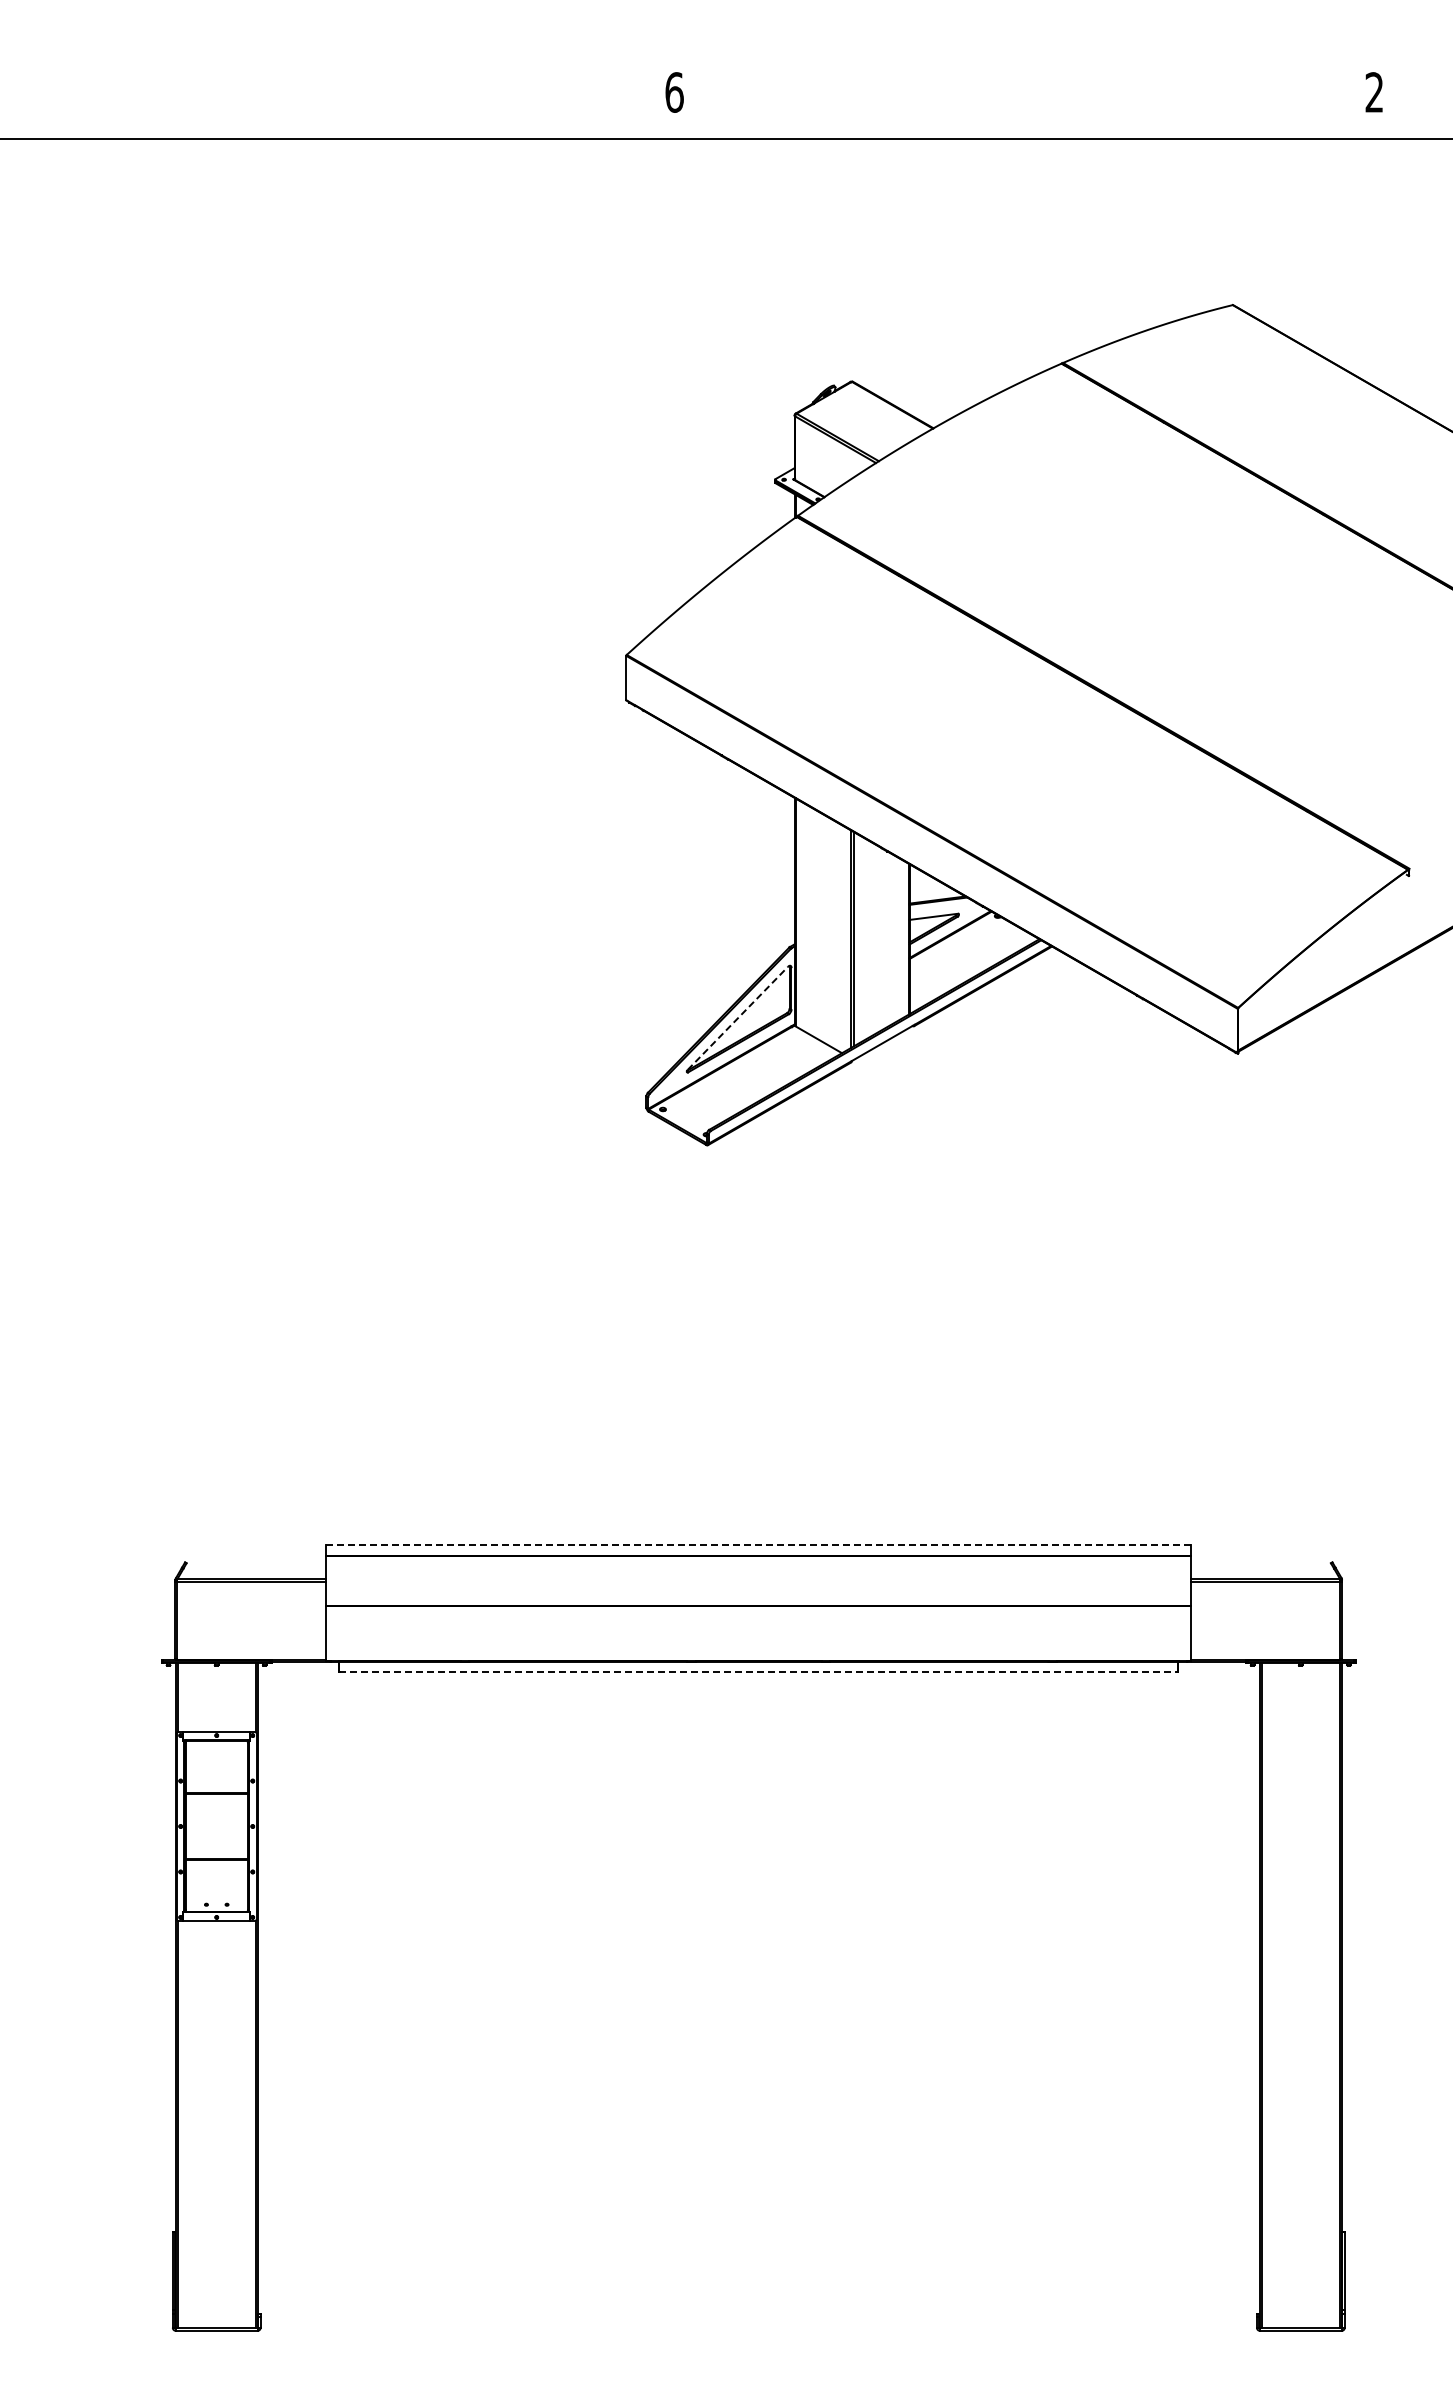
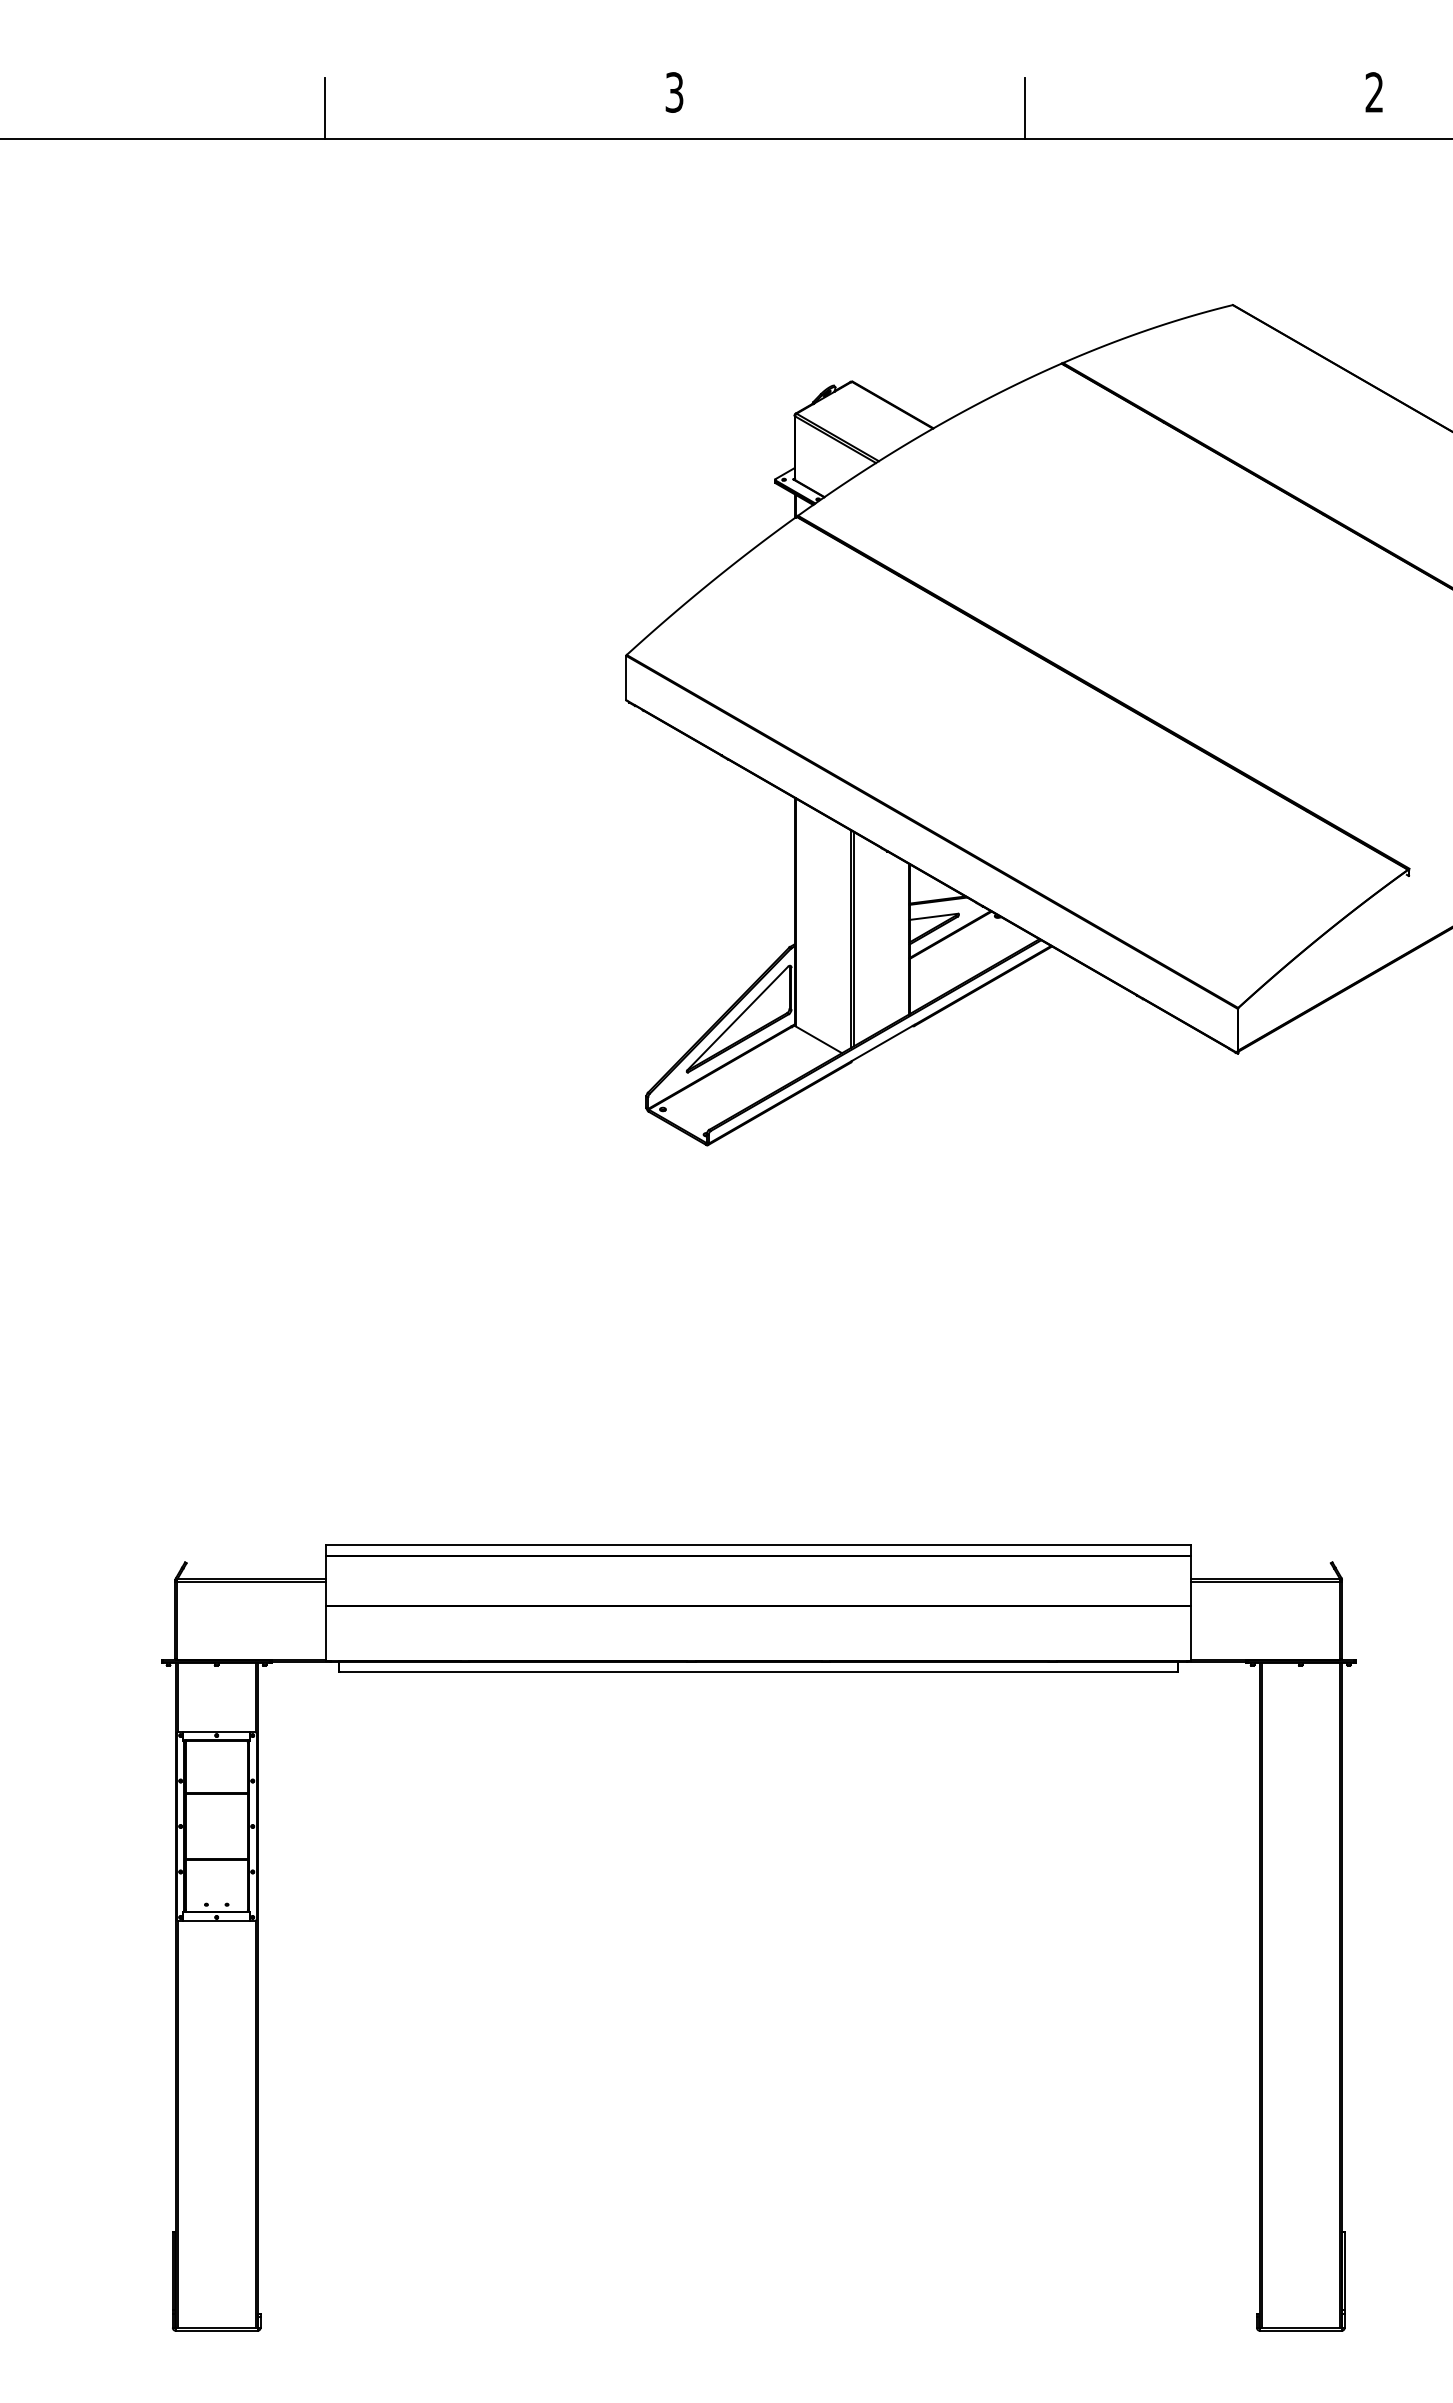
text at (674, 92): 6 -> 3
line at (325, 108): none -> present
line at (1025, 108): none -> present
line at (737, 1018): dashed -> solid
line at (758, 1544): dashed -> solid
line at (759, 1671): dashed -> solid
